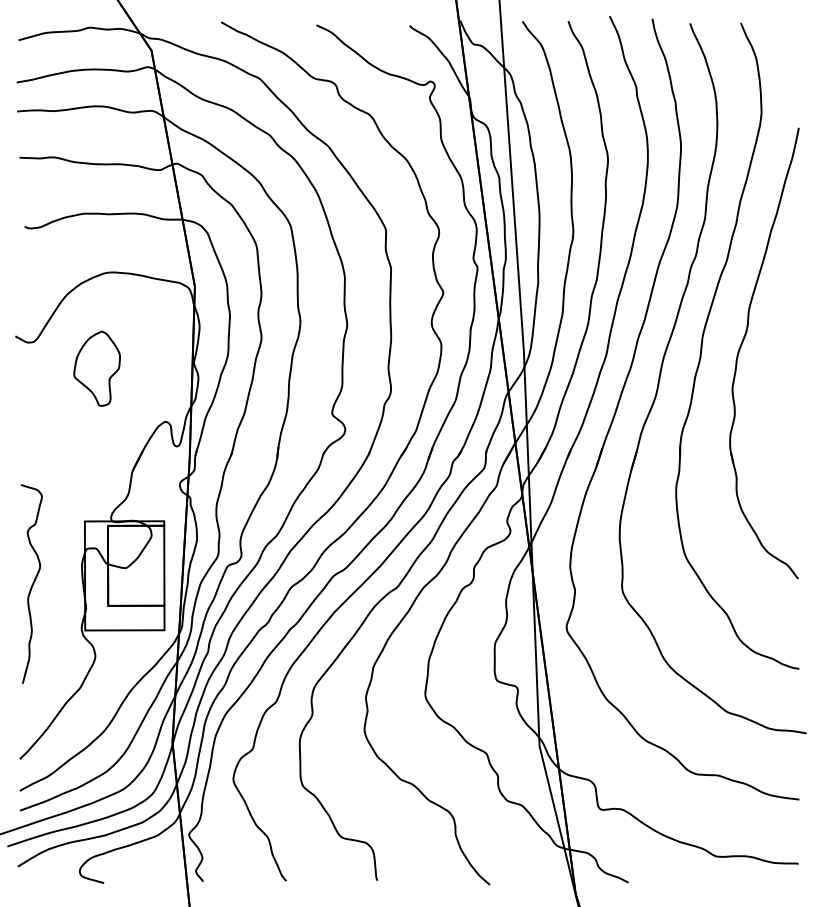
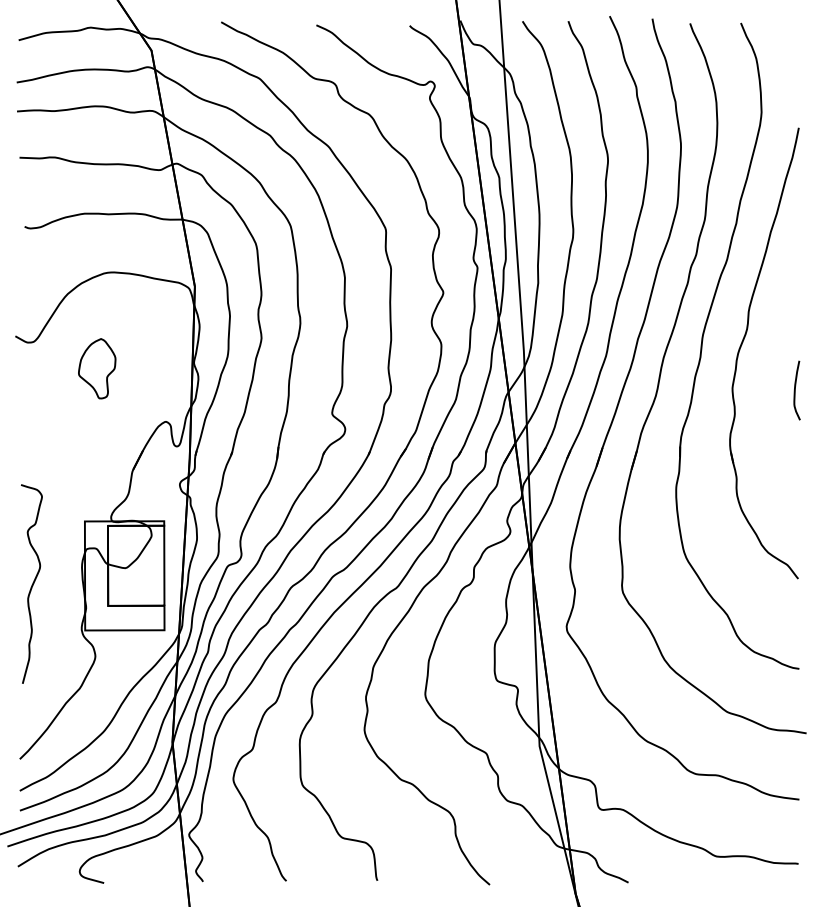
part at (96, 368) size: 48x77 px -> 39x62 px
curve at (795, 390): none -> present
